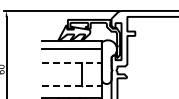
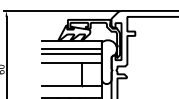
line at (71, 54): none -> present
line at (71, 62): dashed -> solid
line at (71, 86): dashed -> solid
